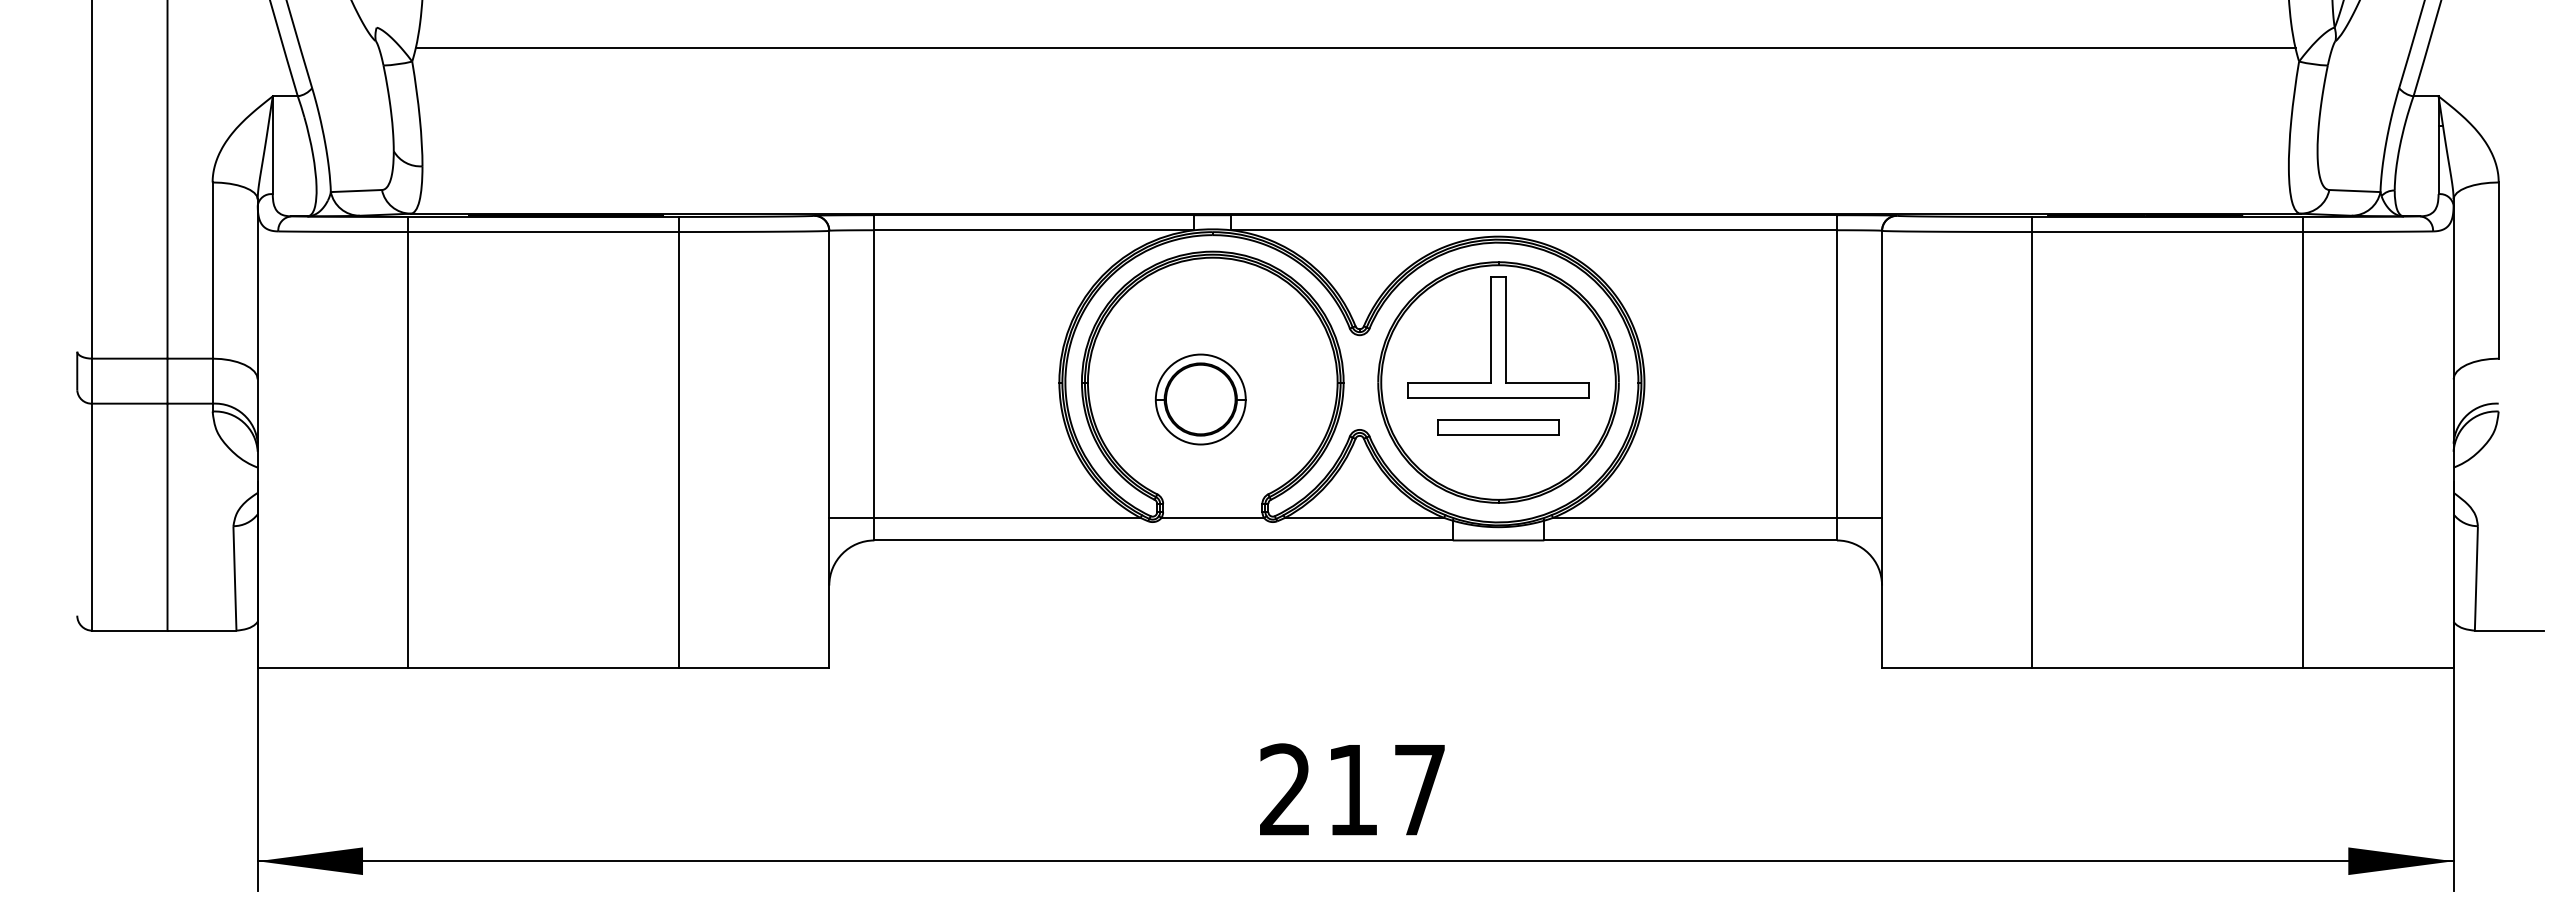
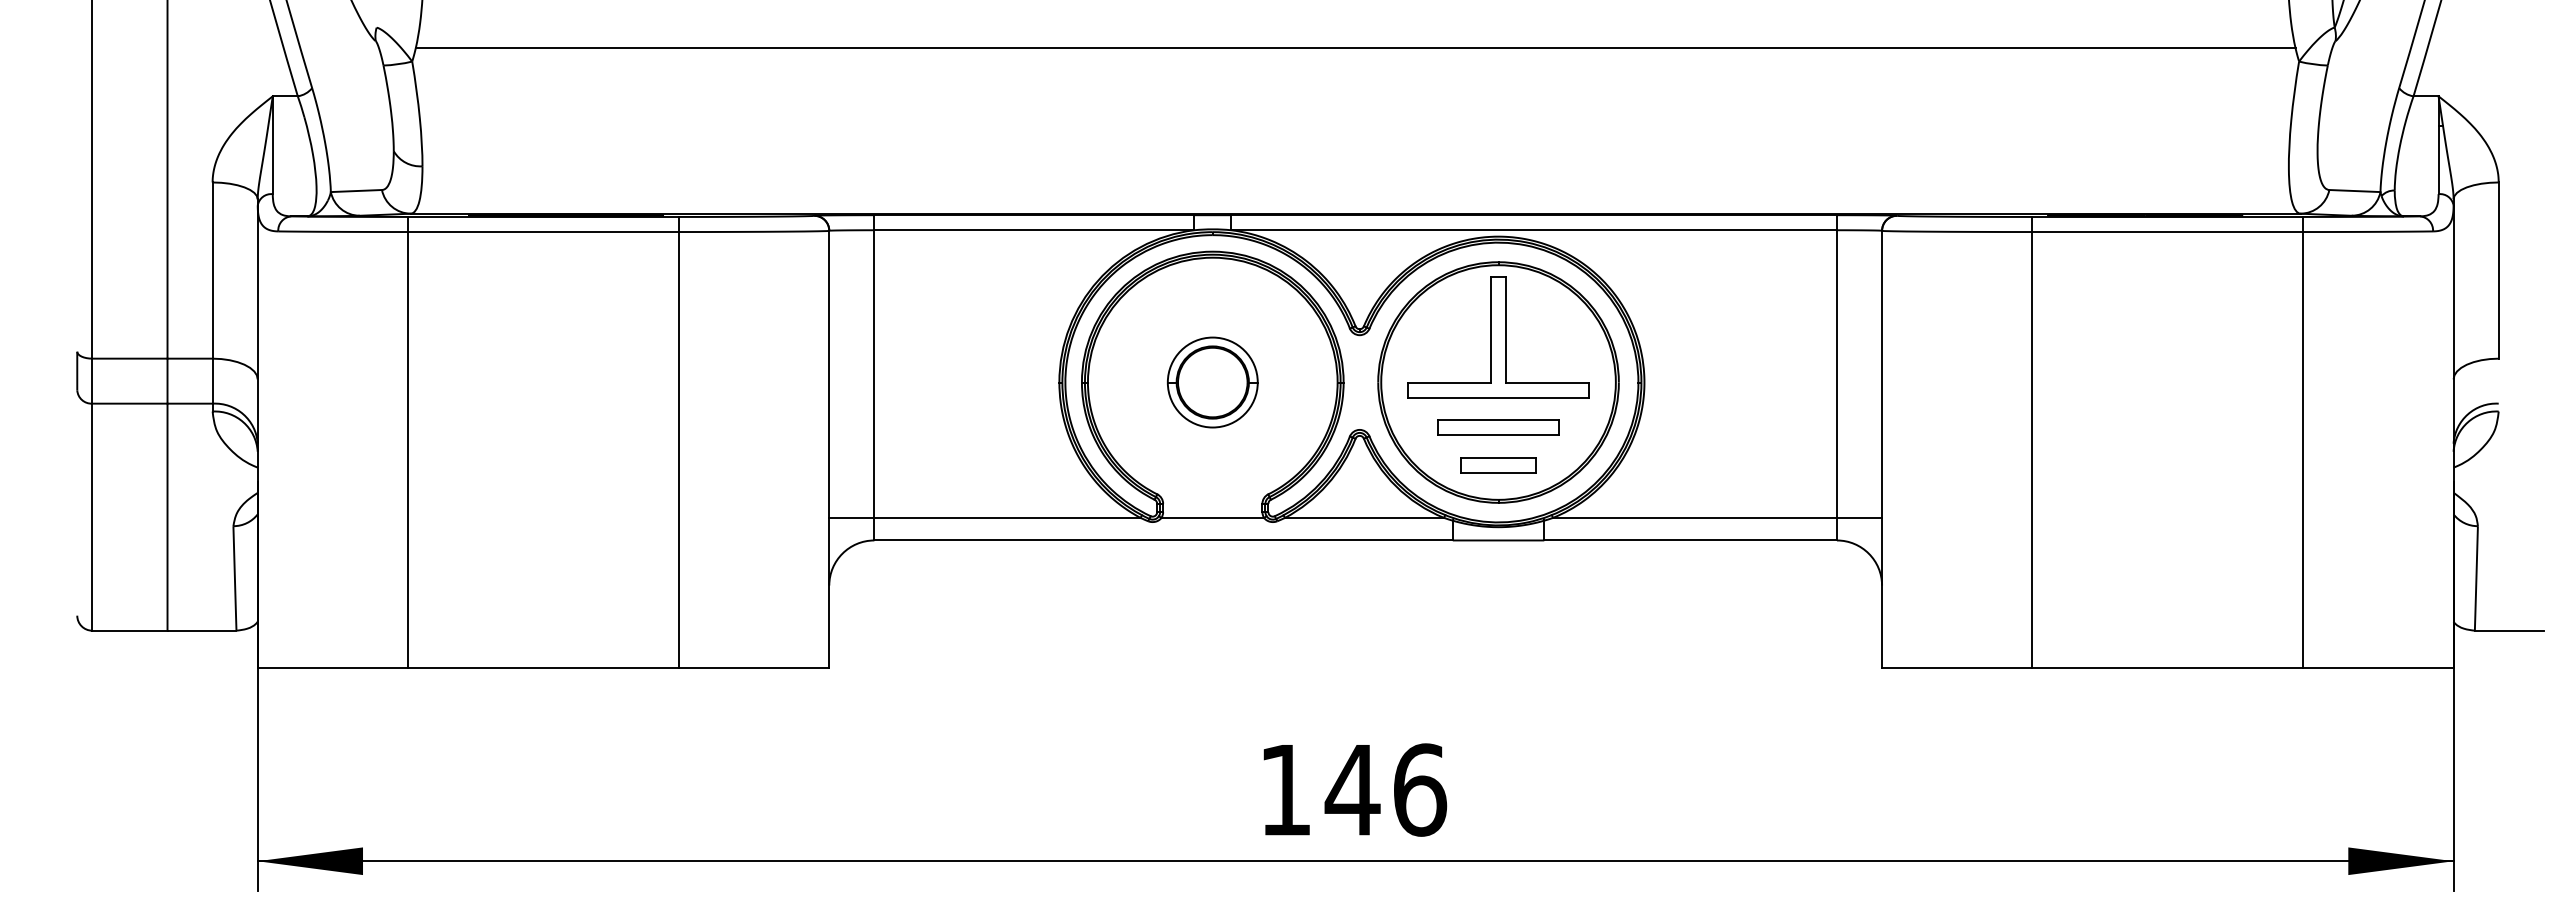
part at (1200, 399) position: (1200, 399) -> (1212, 382)
part at (1498, 465): none -> present
text at (1353, 789): 217 -> 146
